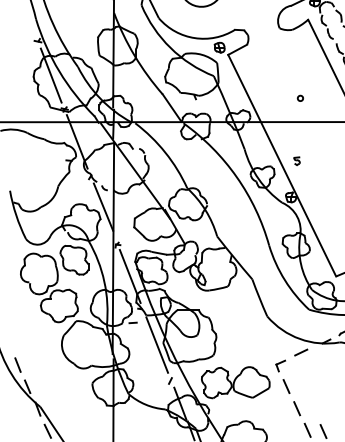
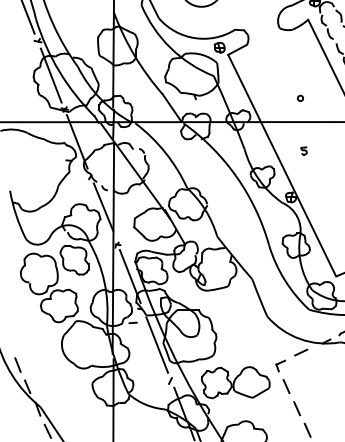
line at (28, 17): none -> present
part at (296, 160) position: (296, 160) -> (303, 150)
line at (323, 431): present -> none
